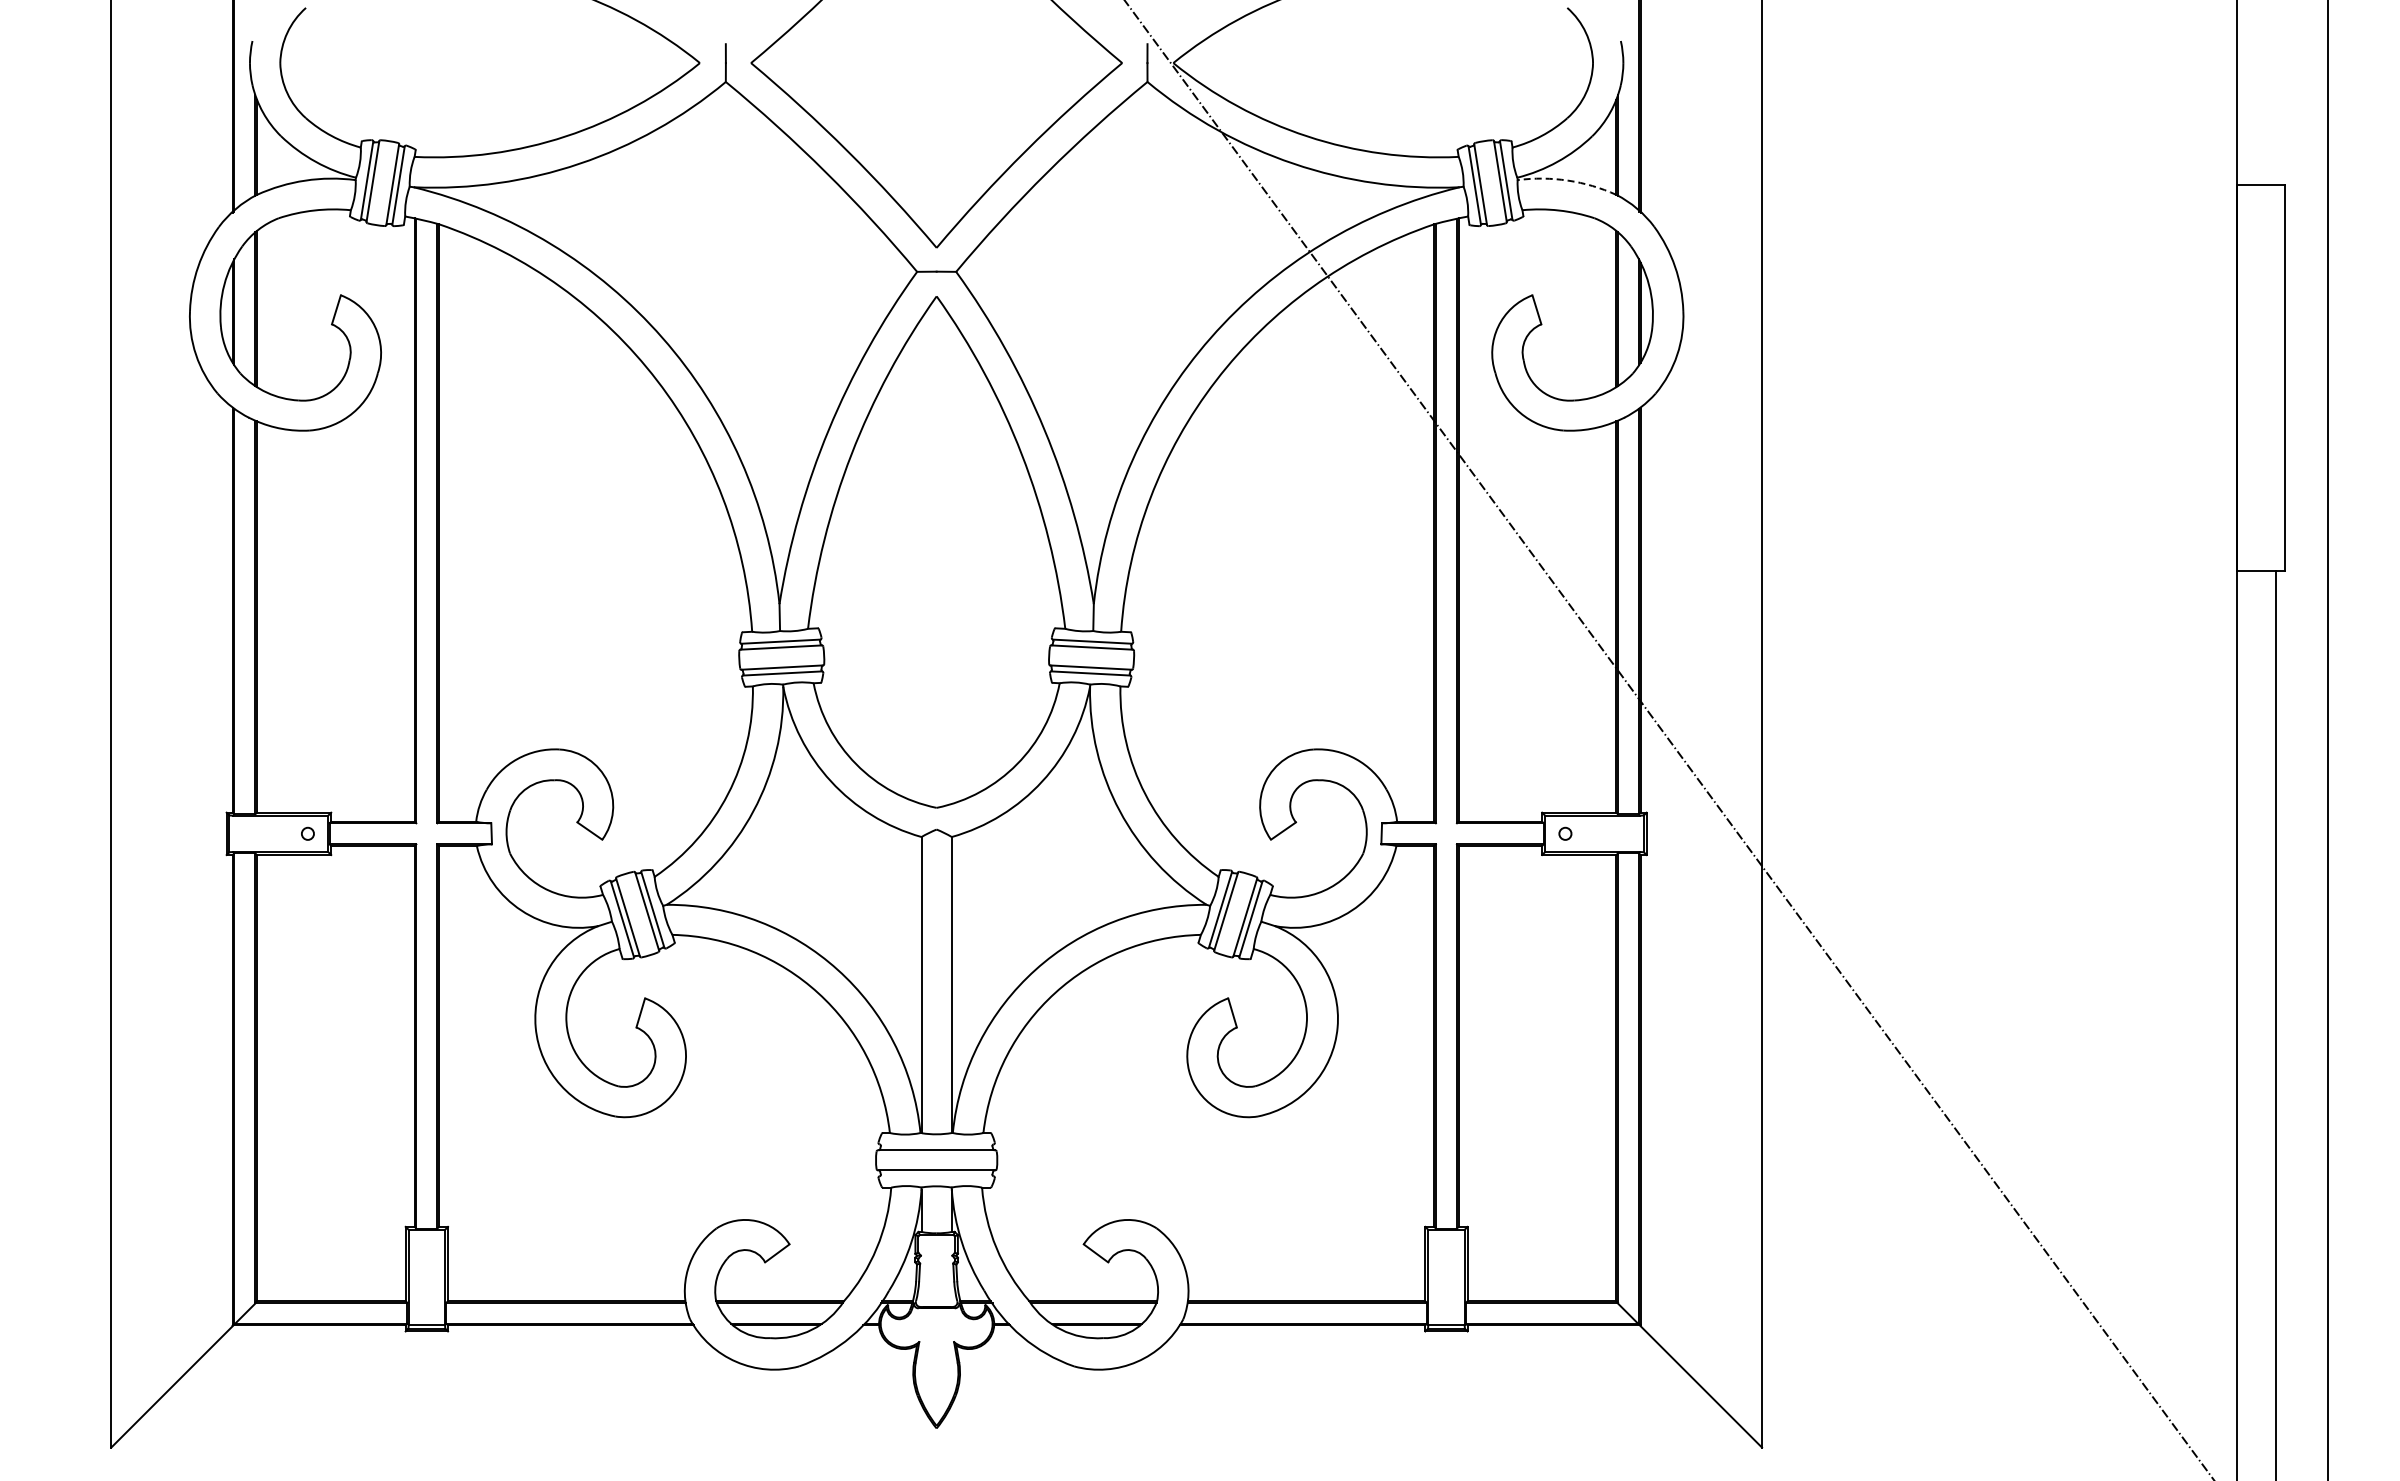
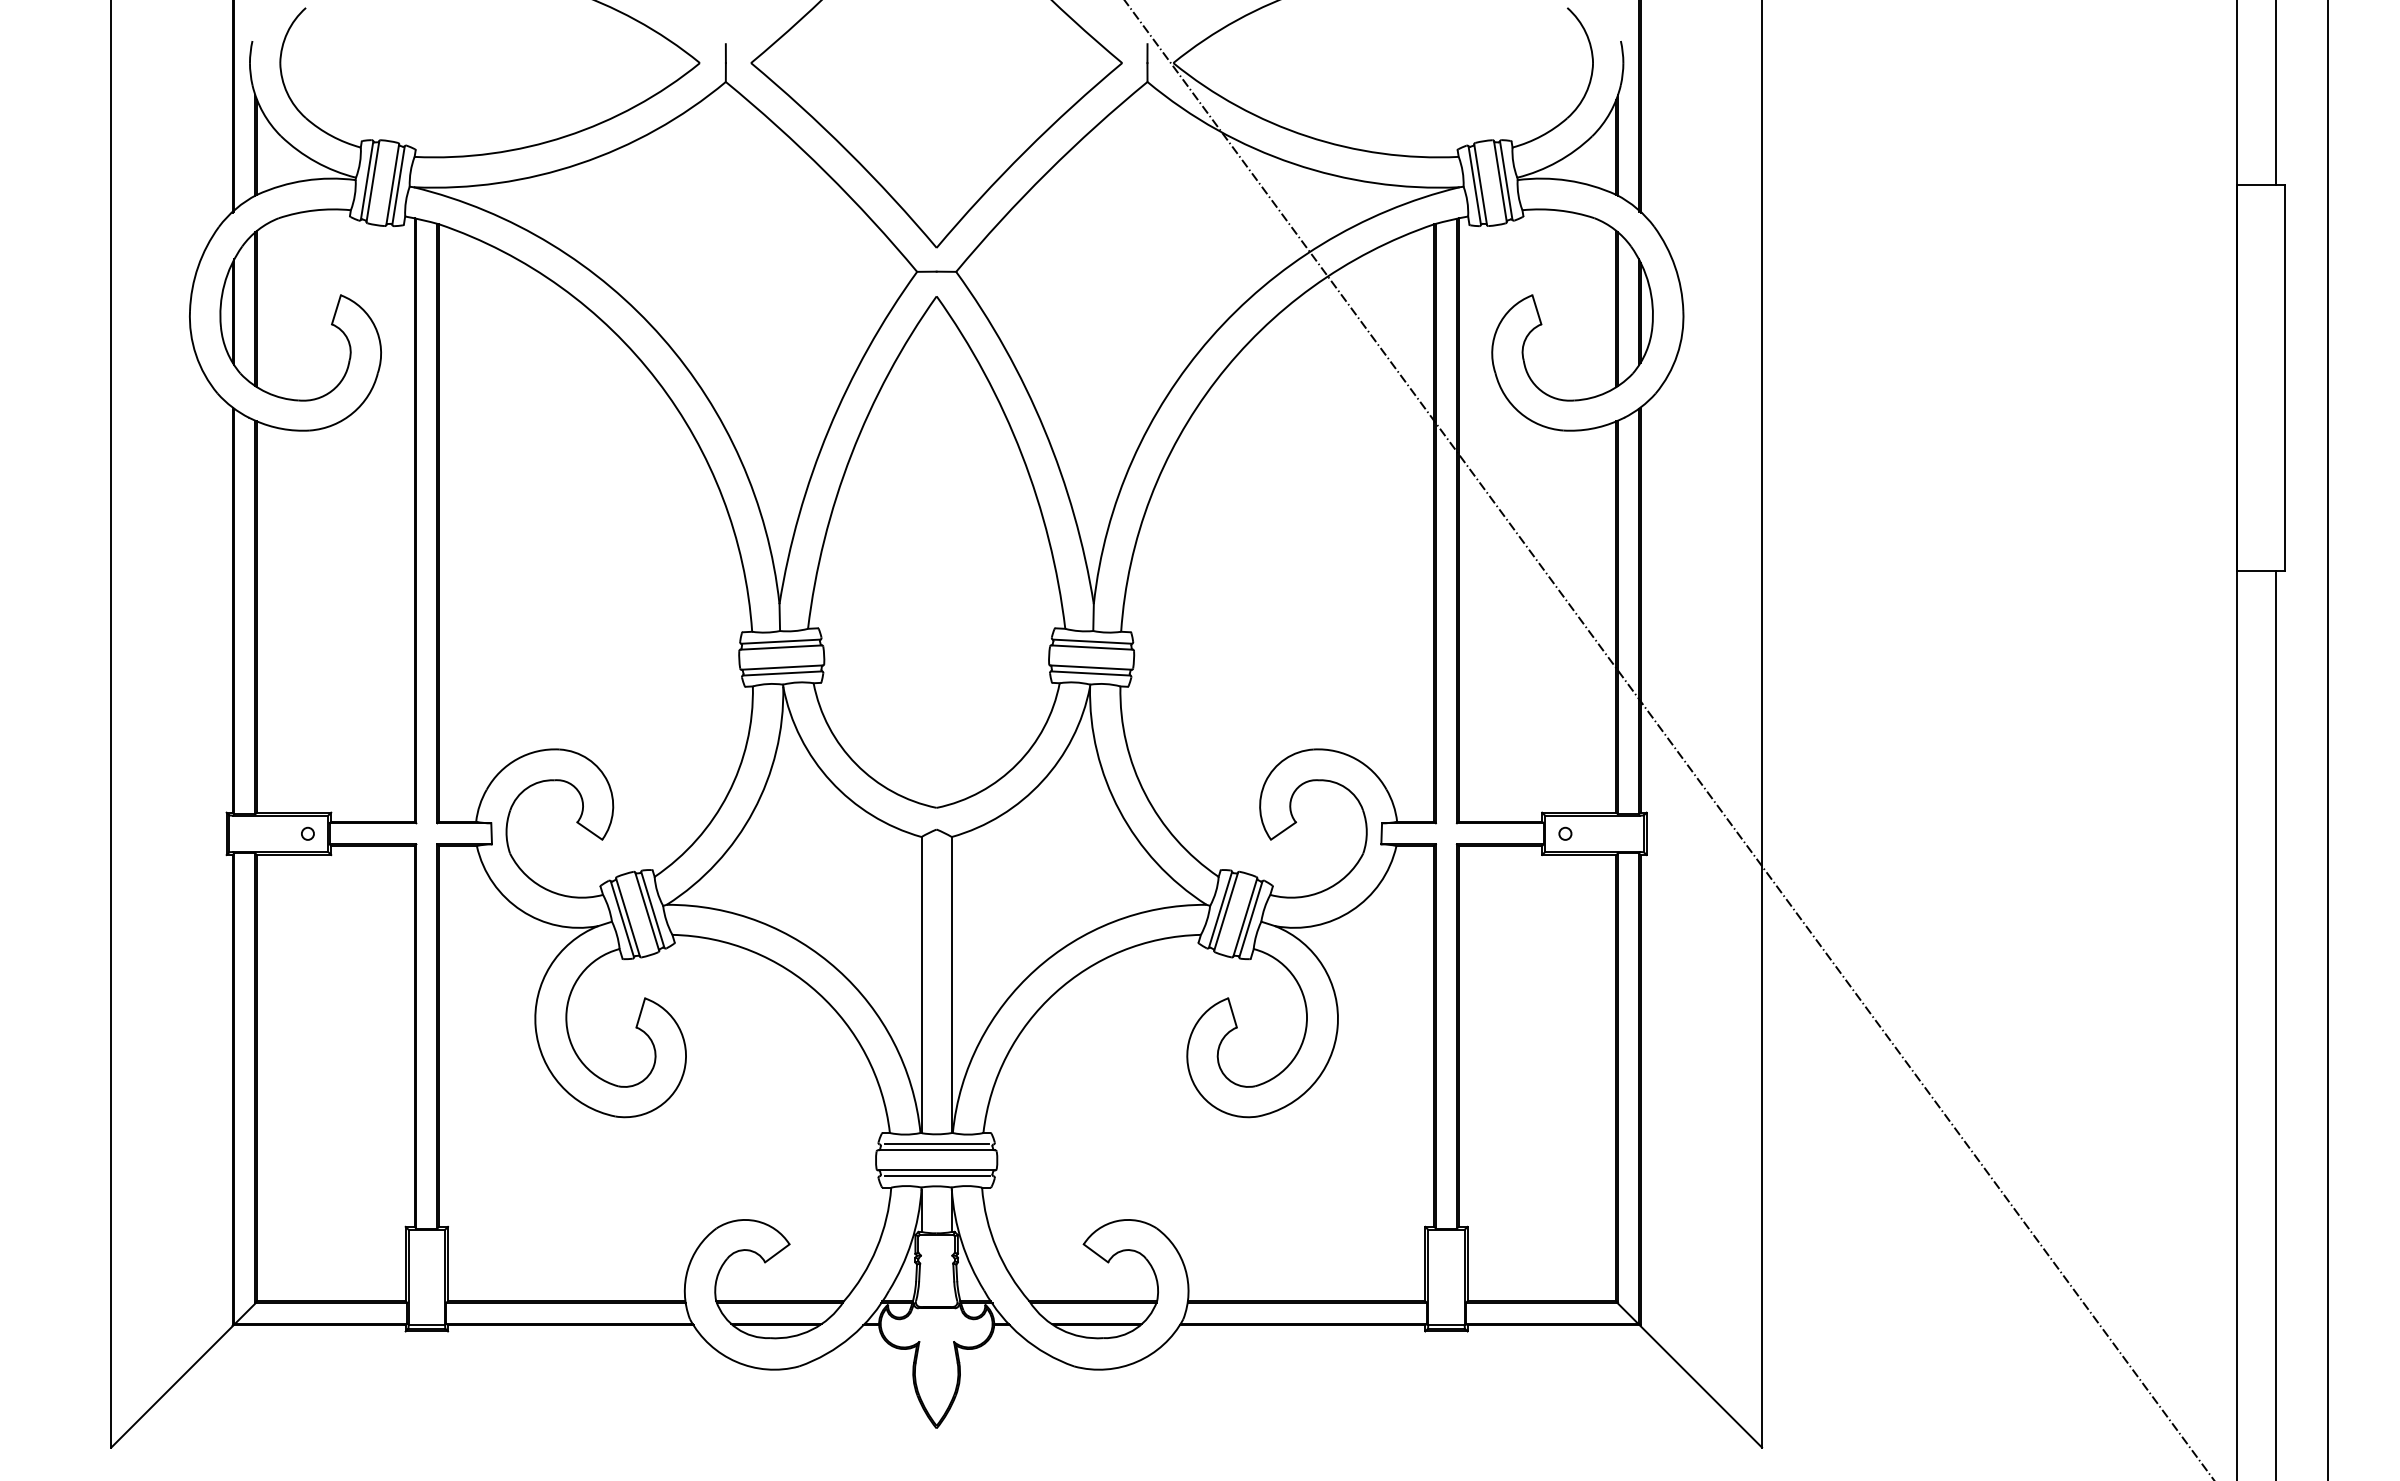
line at (2276, 93): none -> present
arc at (1568, 180): dashed -> solid
line at (936, 1144): none -> present
line at (936, 1176): none -> present
